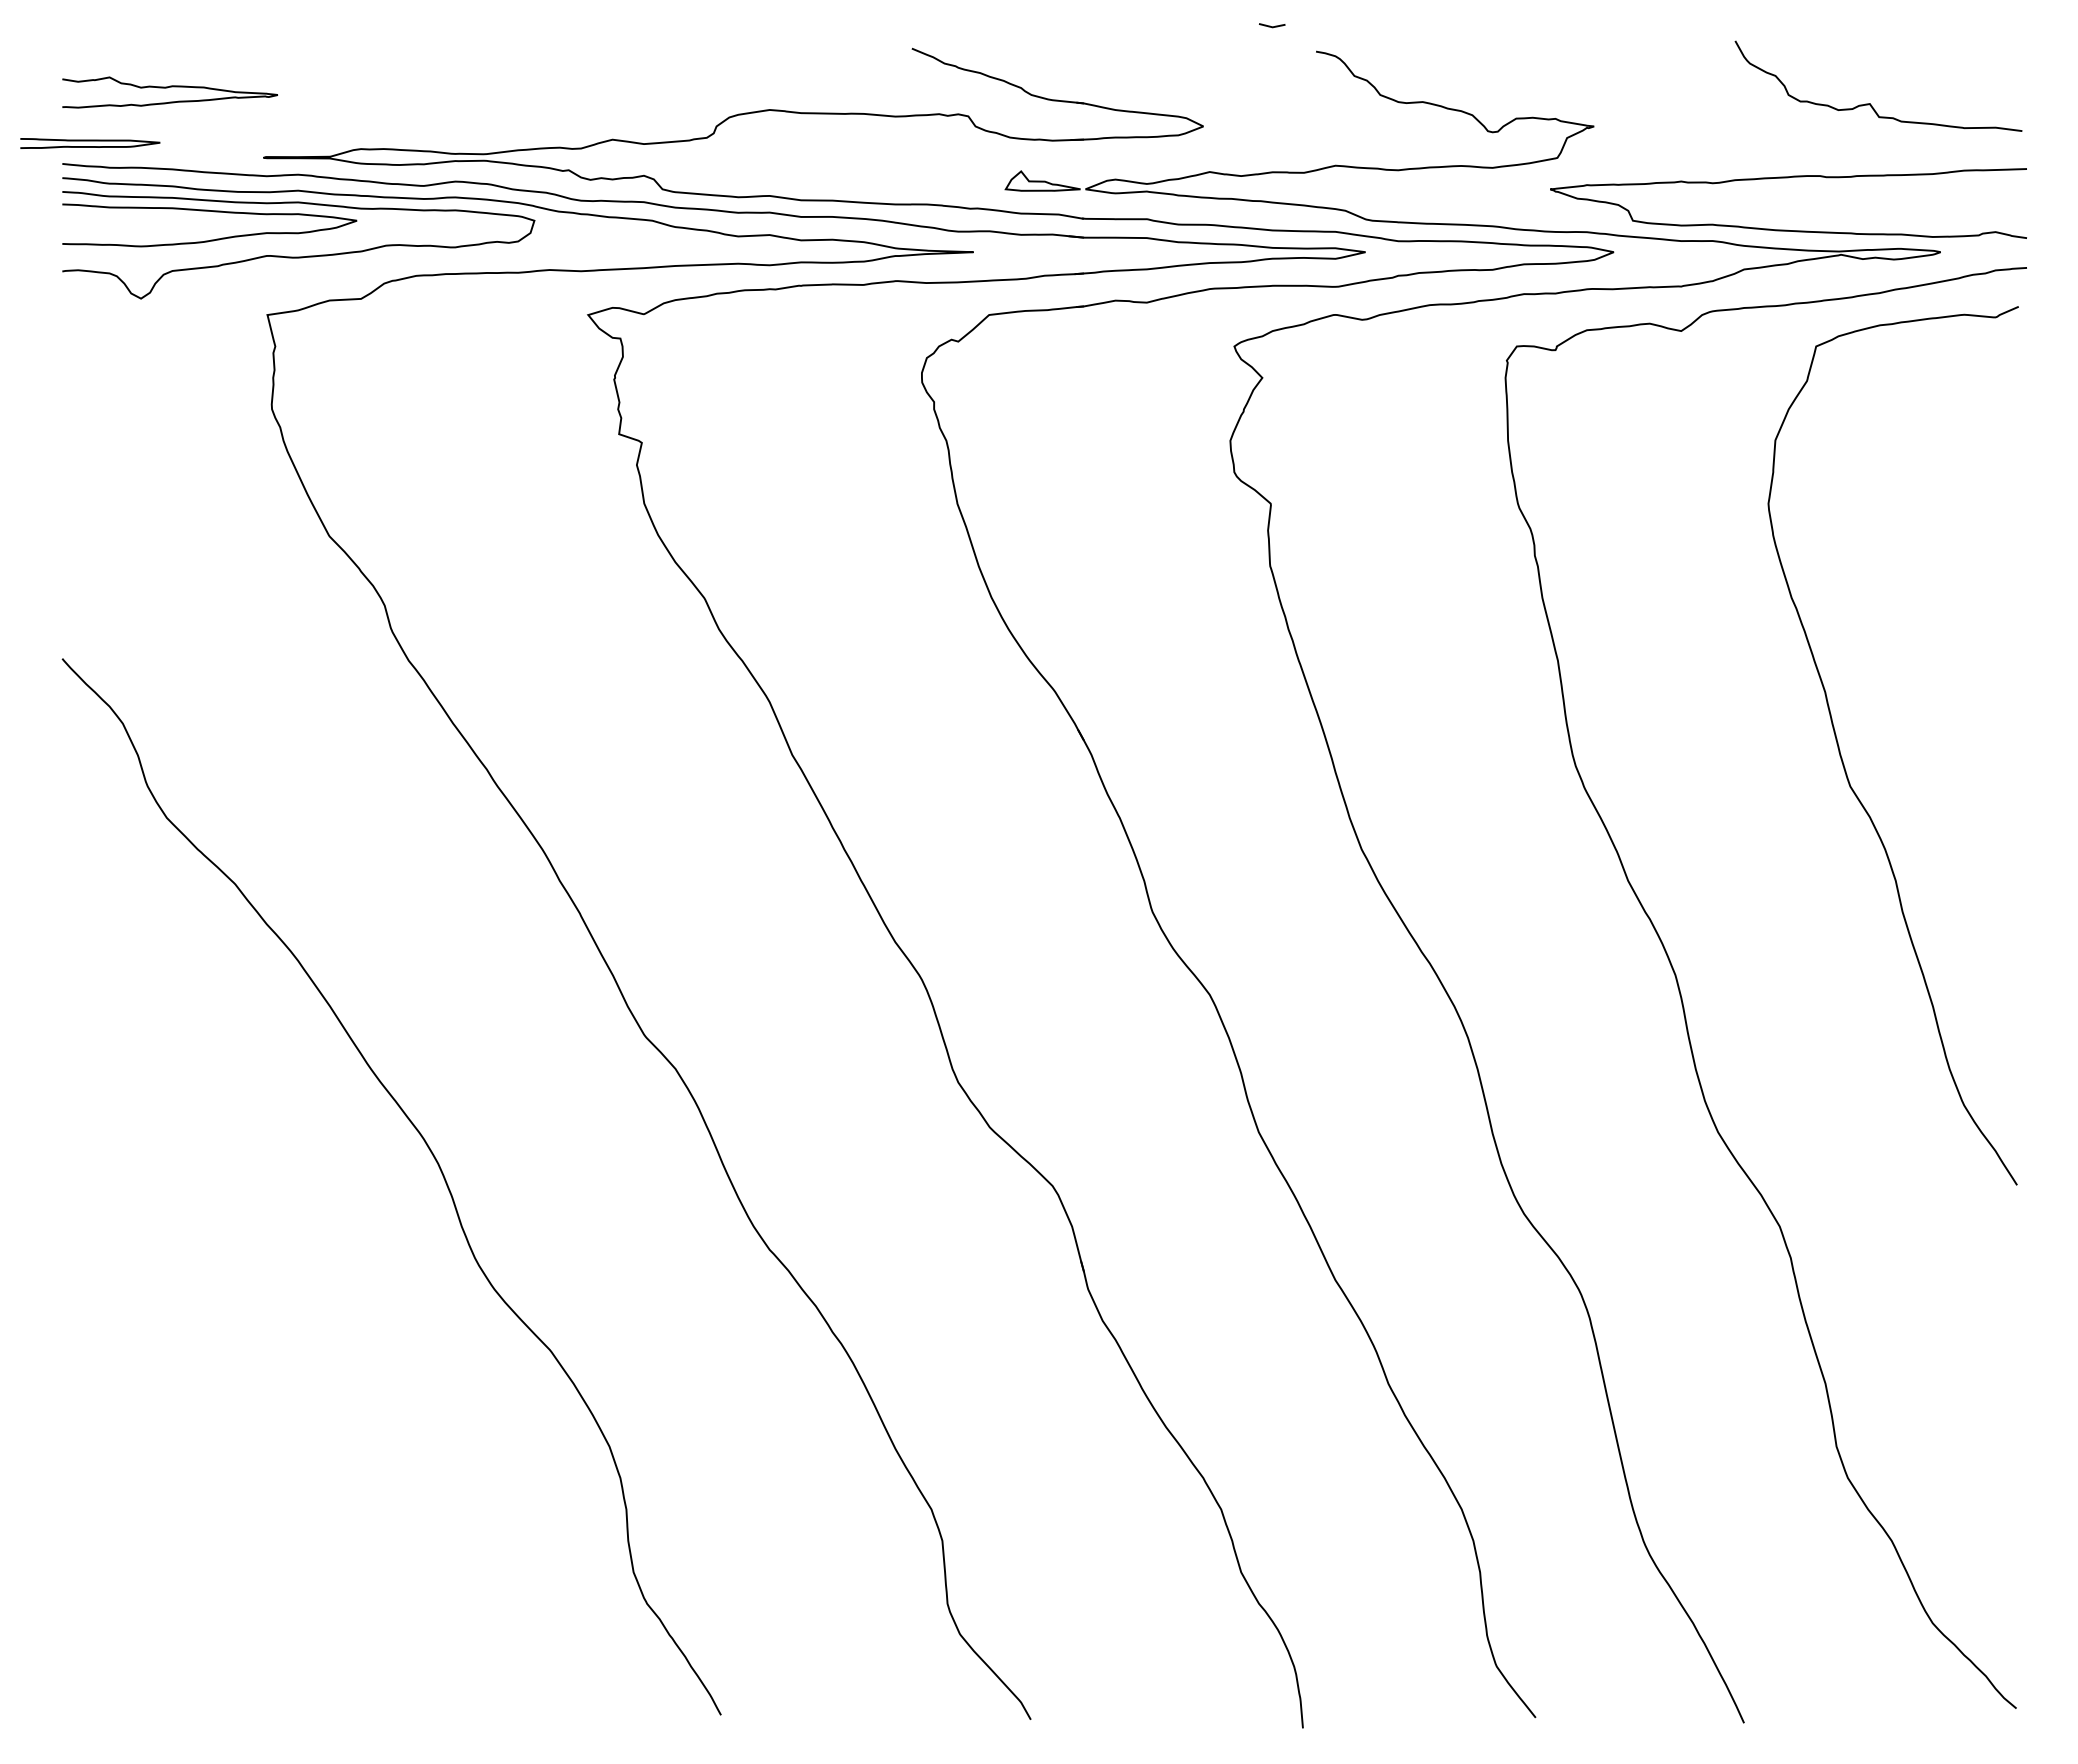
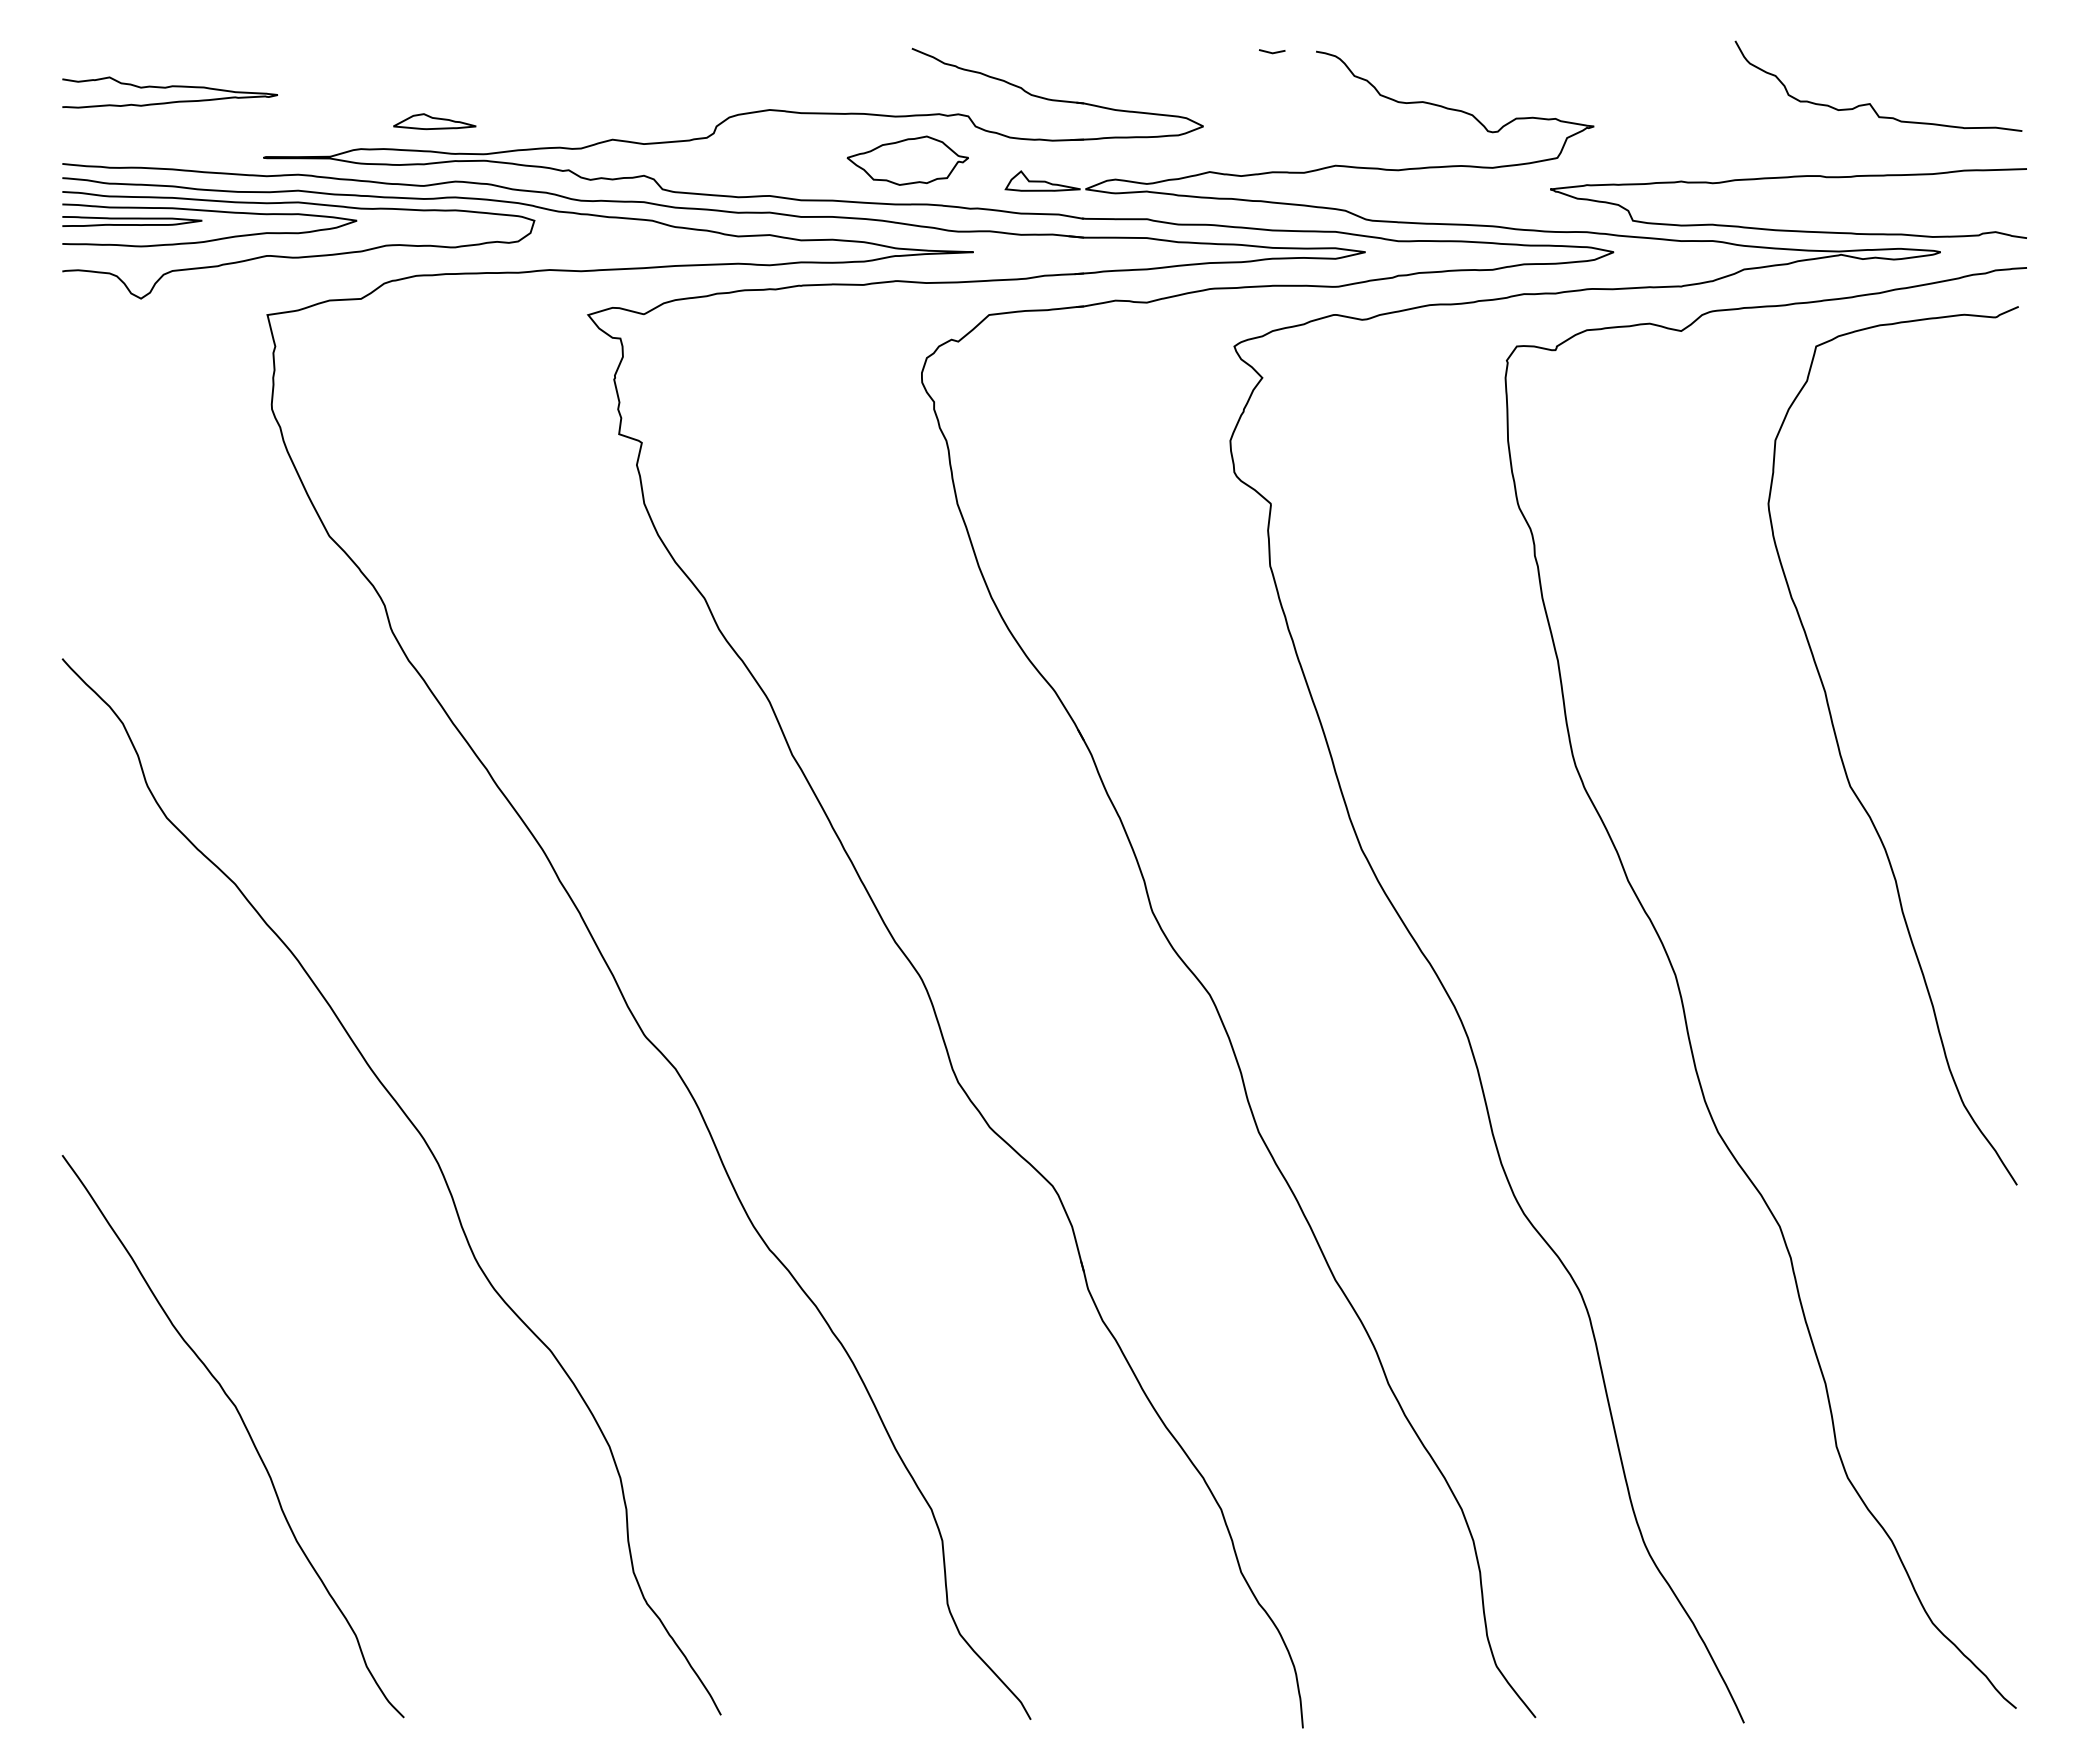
line at (1272, 26) position: (1272, 26) -> (1272, 52)
part at (434, 121): none -> present
curve at (90, 141) position: (90, 141) -> (132, 219)
part at (907, 160): none -> present
curve at (246, 1430): none -> present
